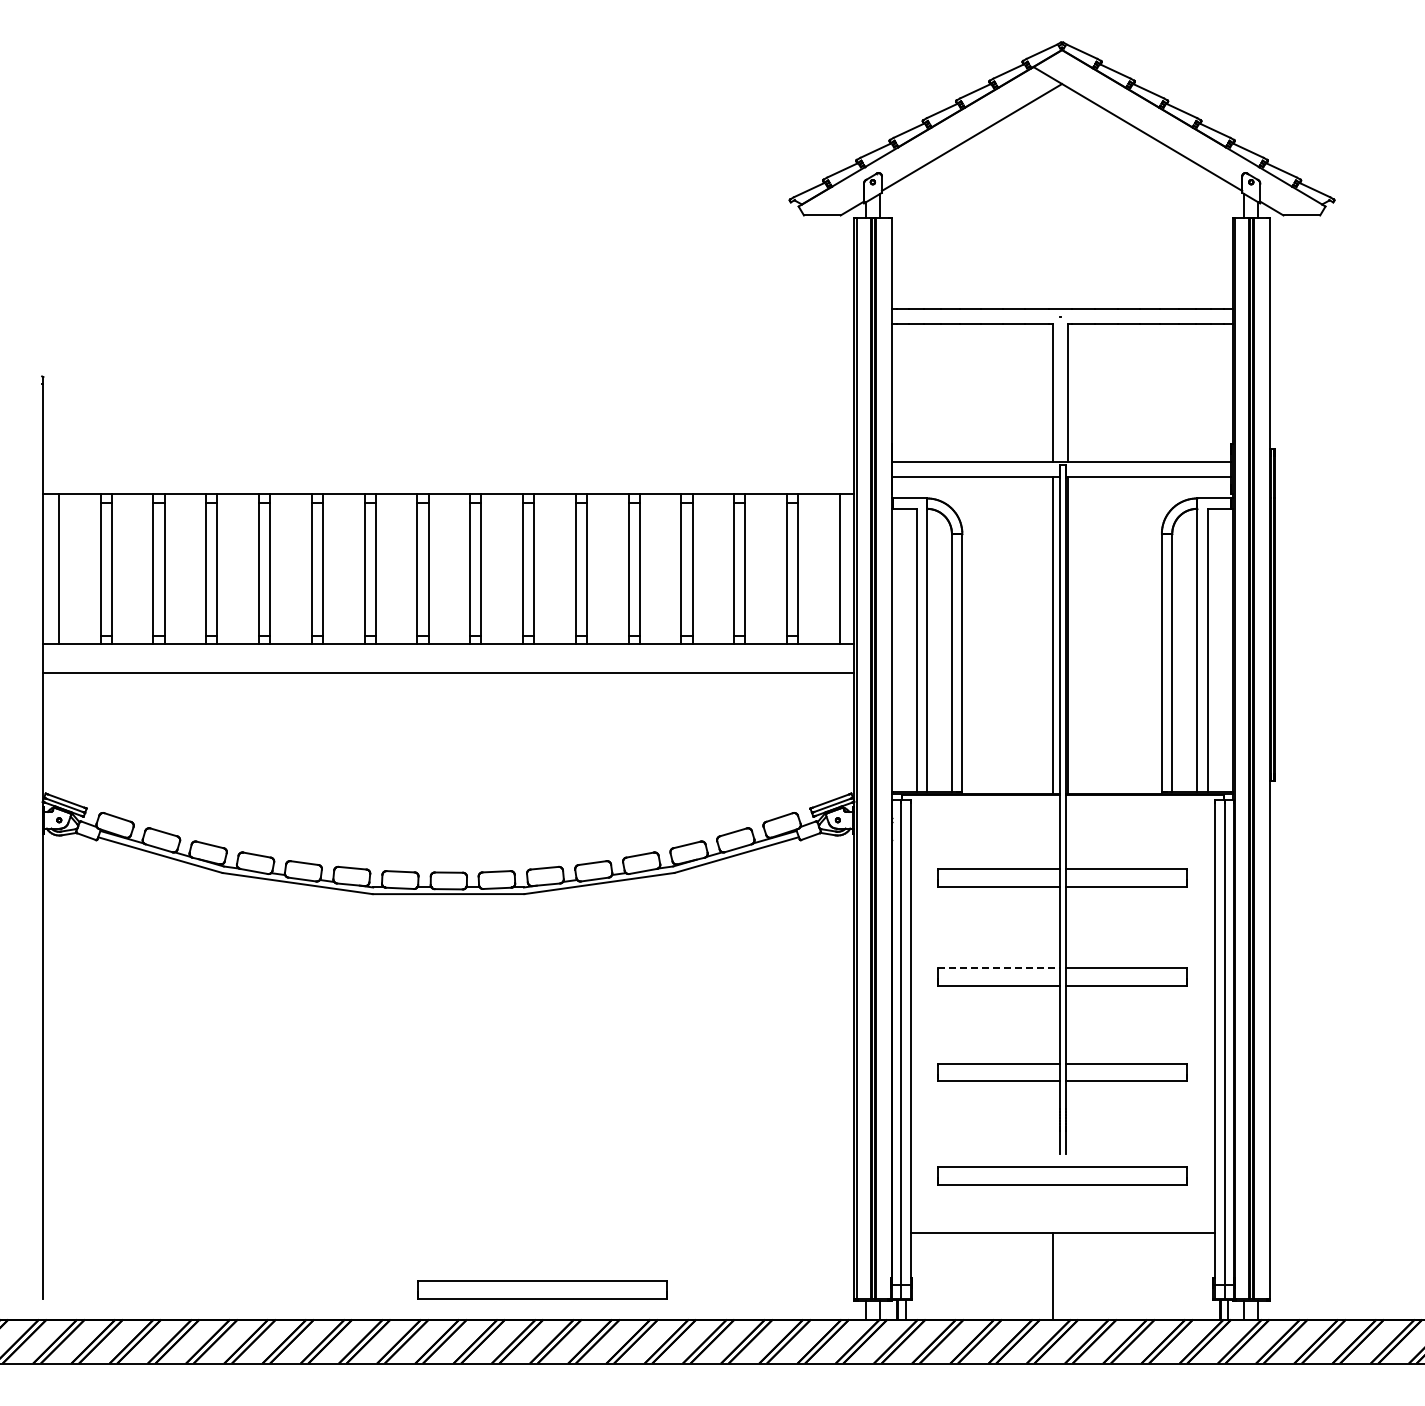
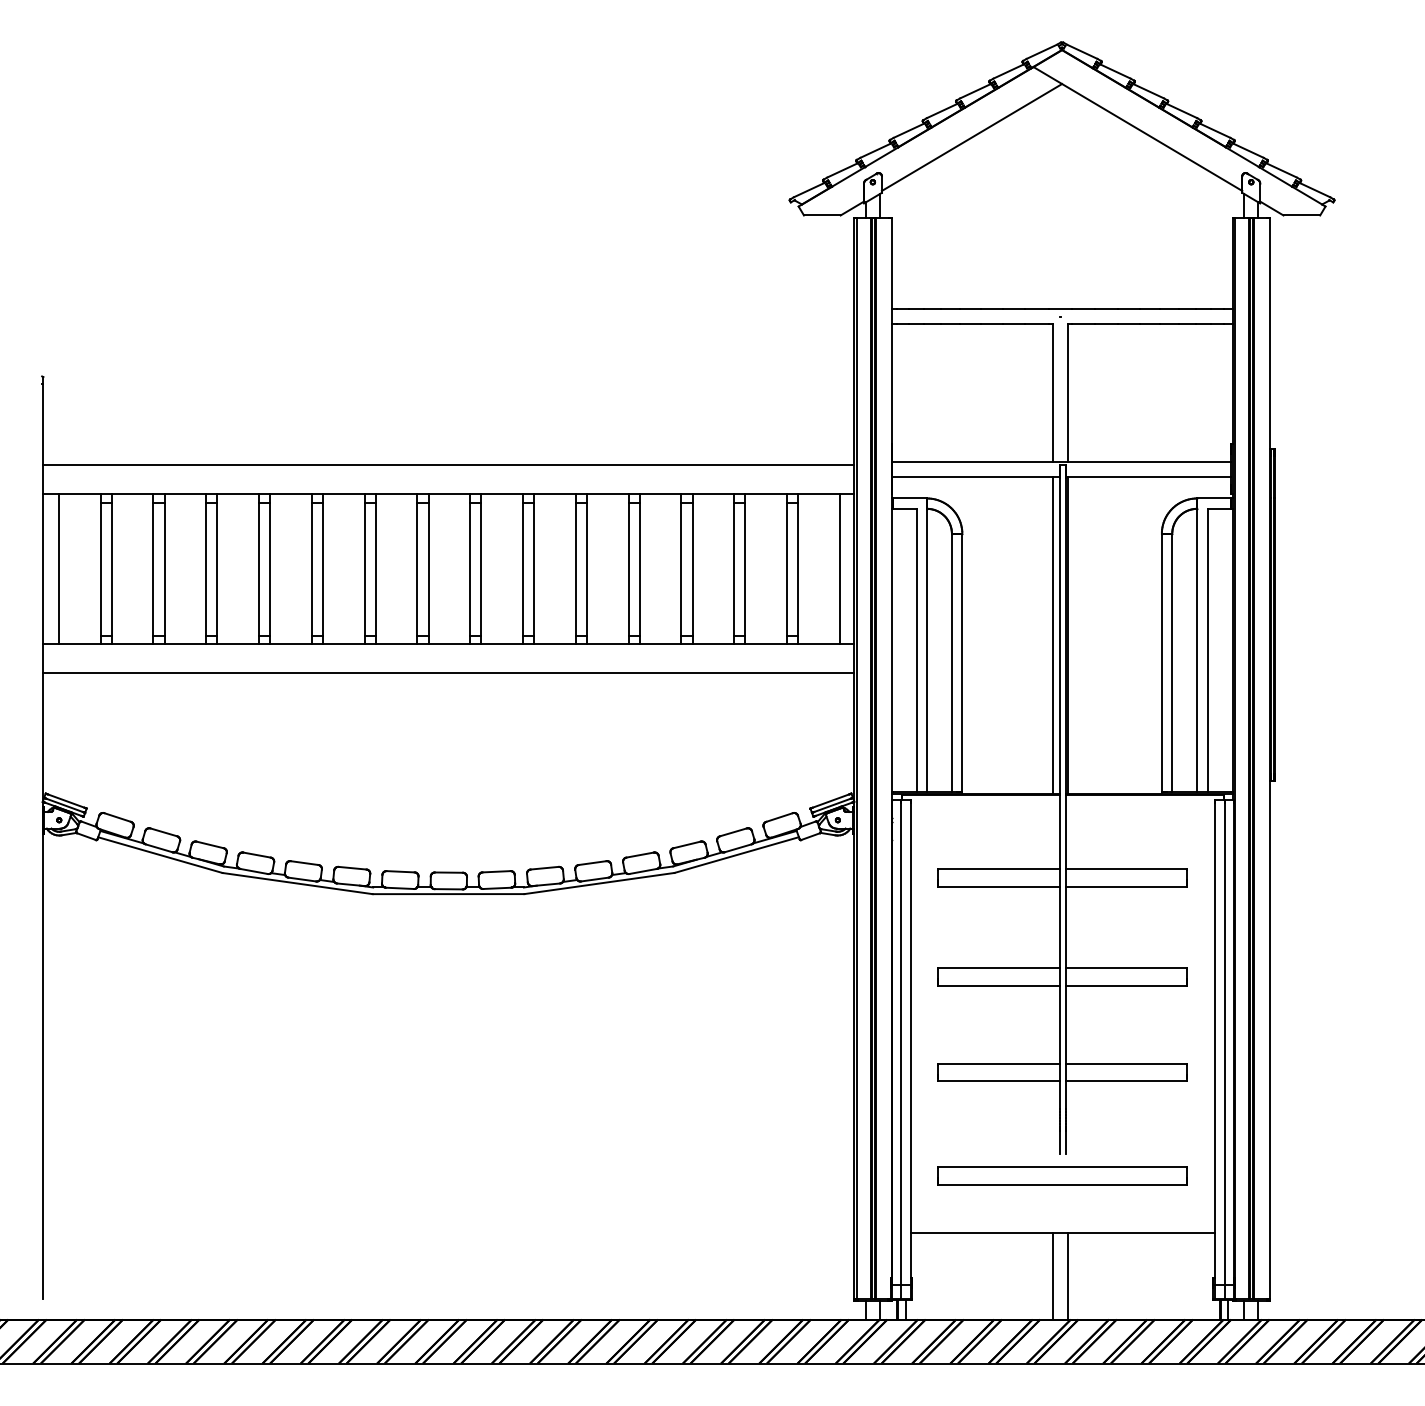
line at (448, 465): none -> present
line at (998, 968): dashed -> solid
line at (1067, 1275): none -> present
part at (542, 1289): present -> none
